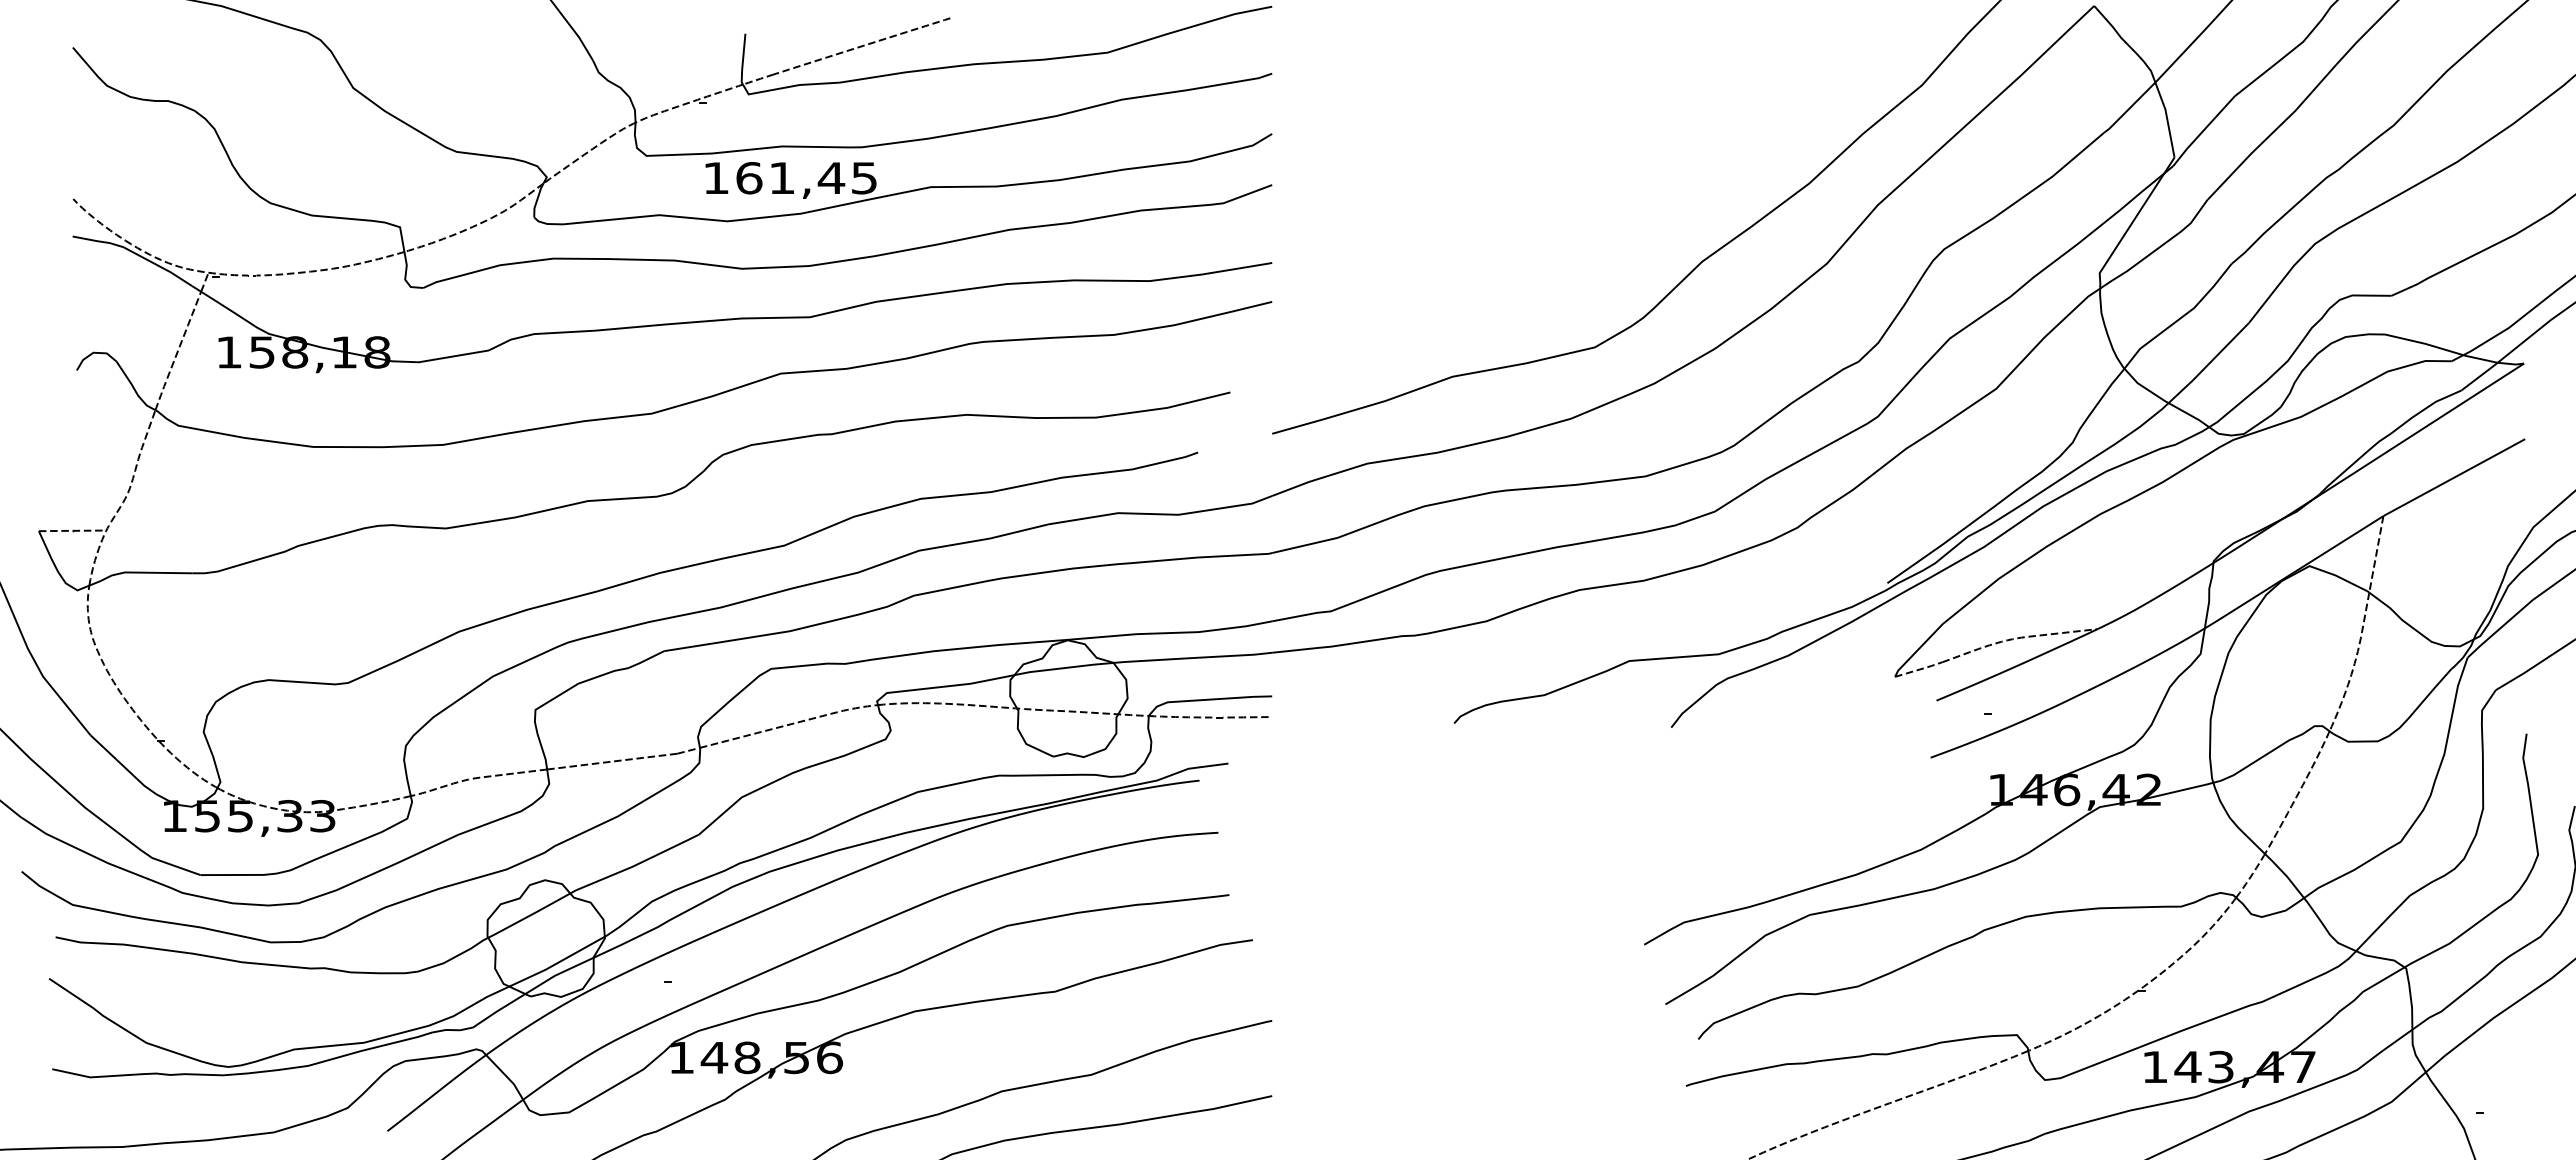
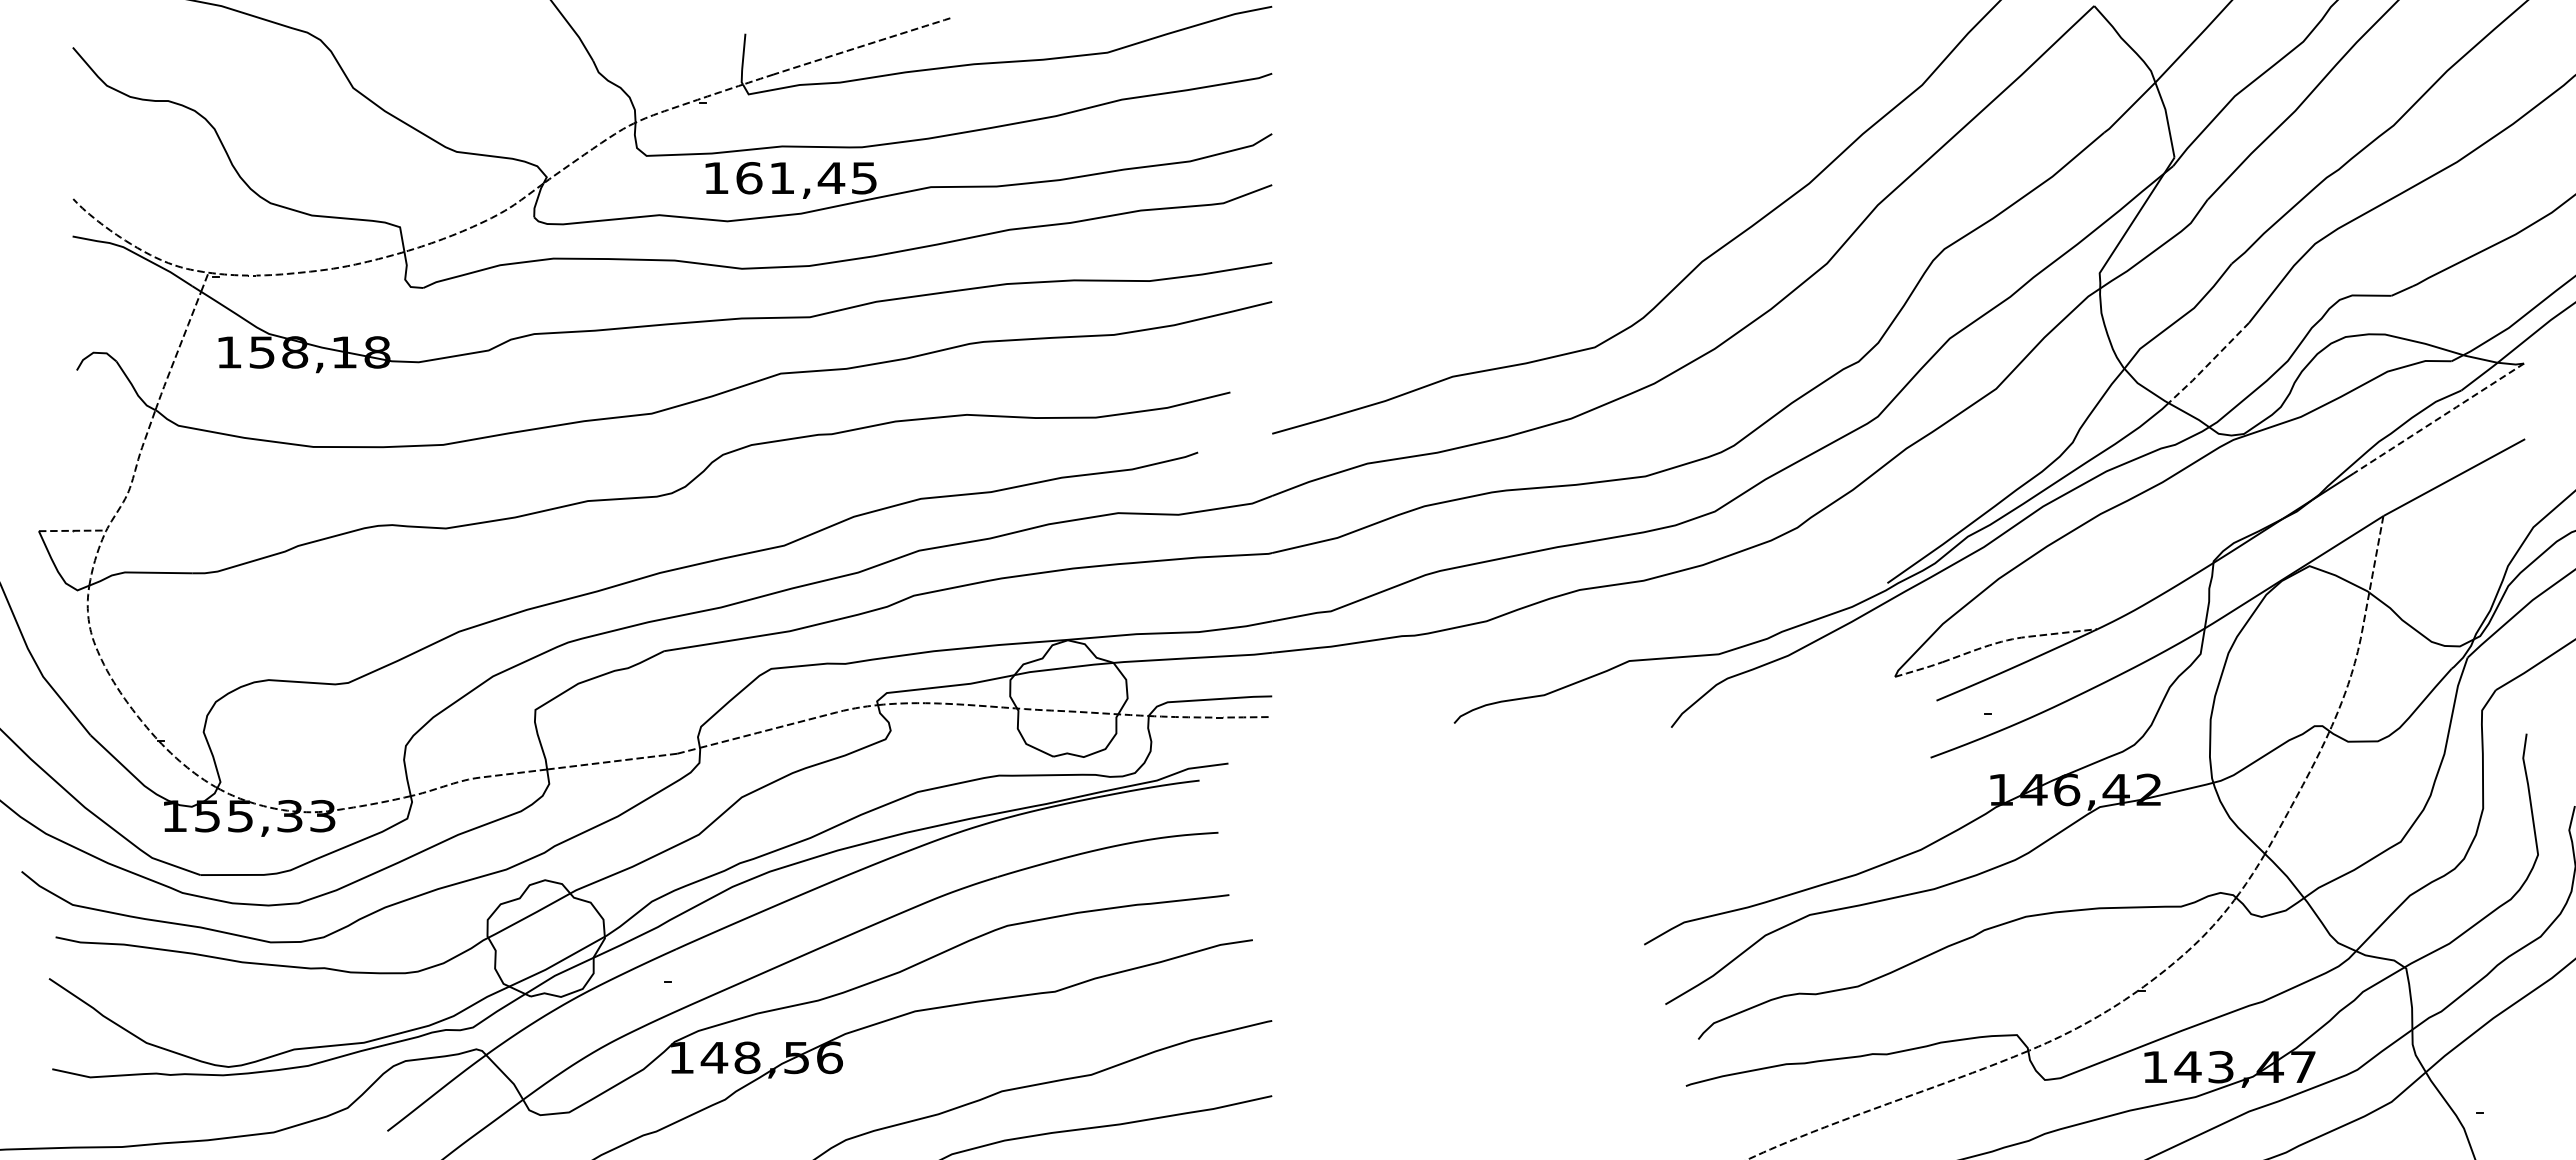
line at (2209, 363): solid -> dashed
line at (2439, 418): solid -> dashed
